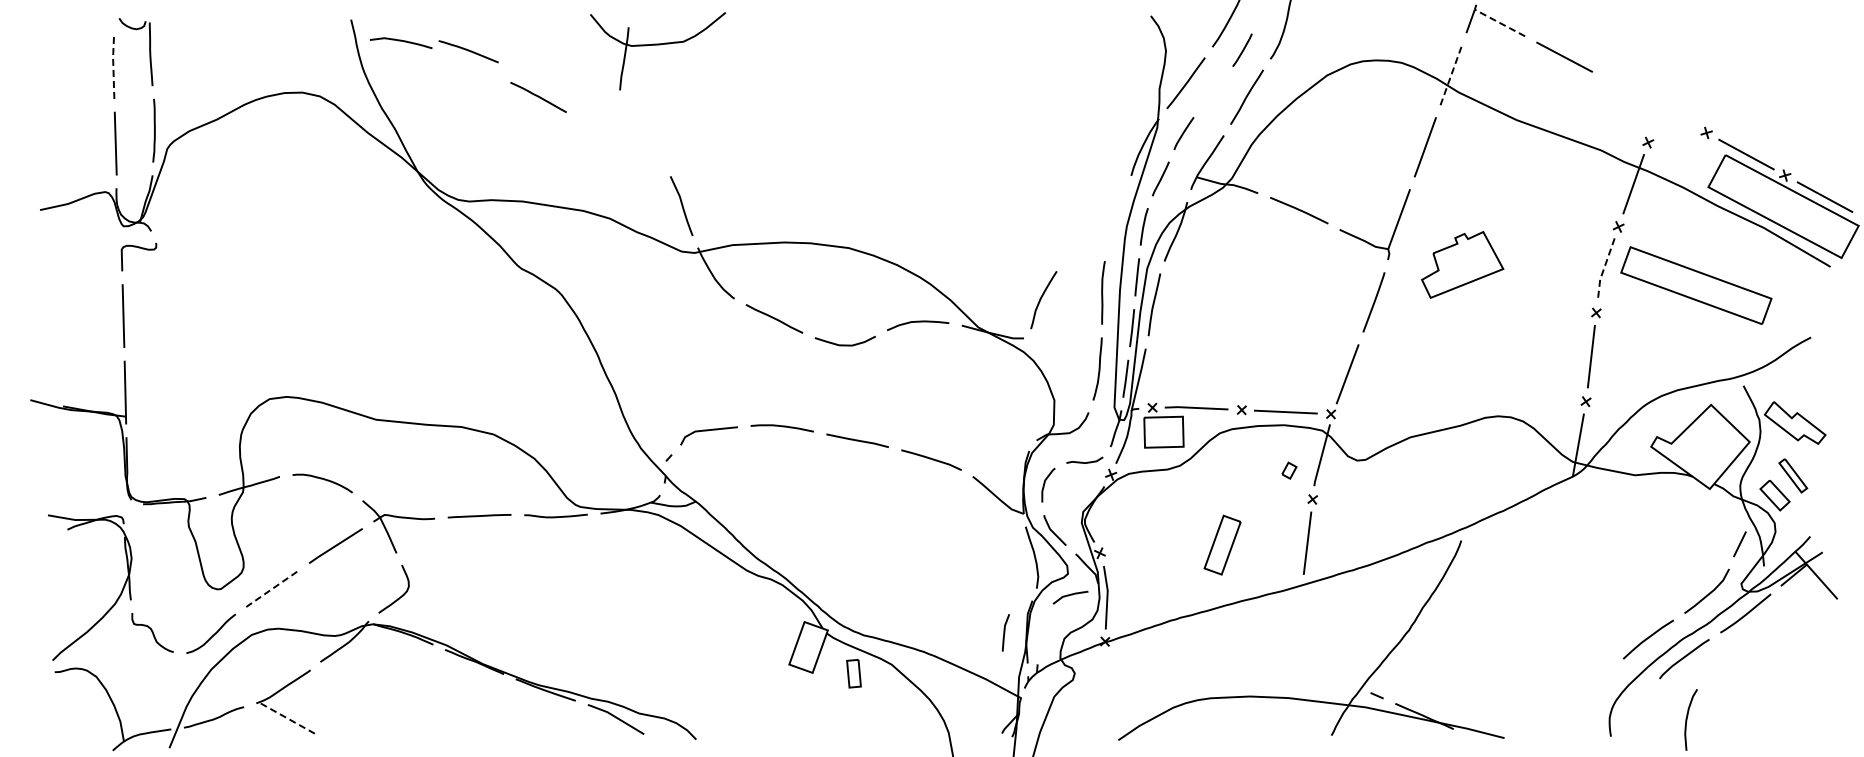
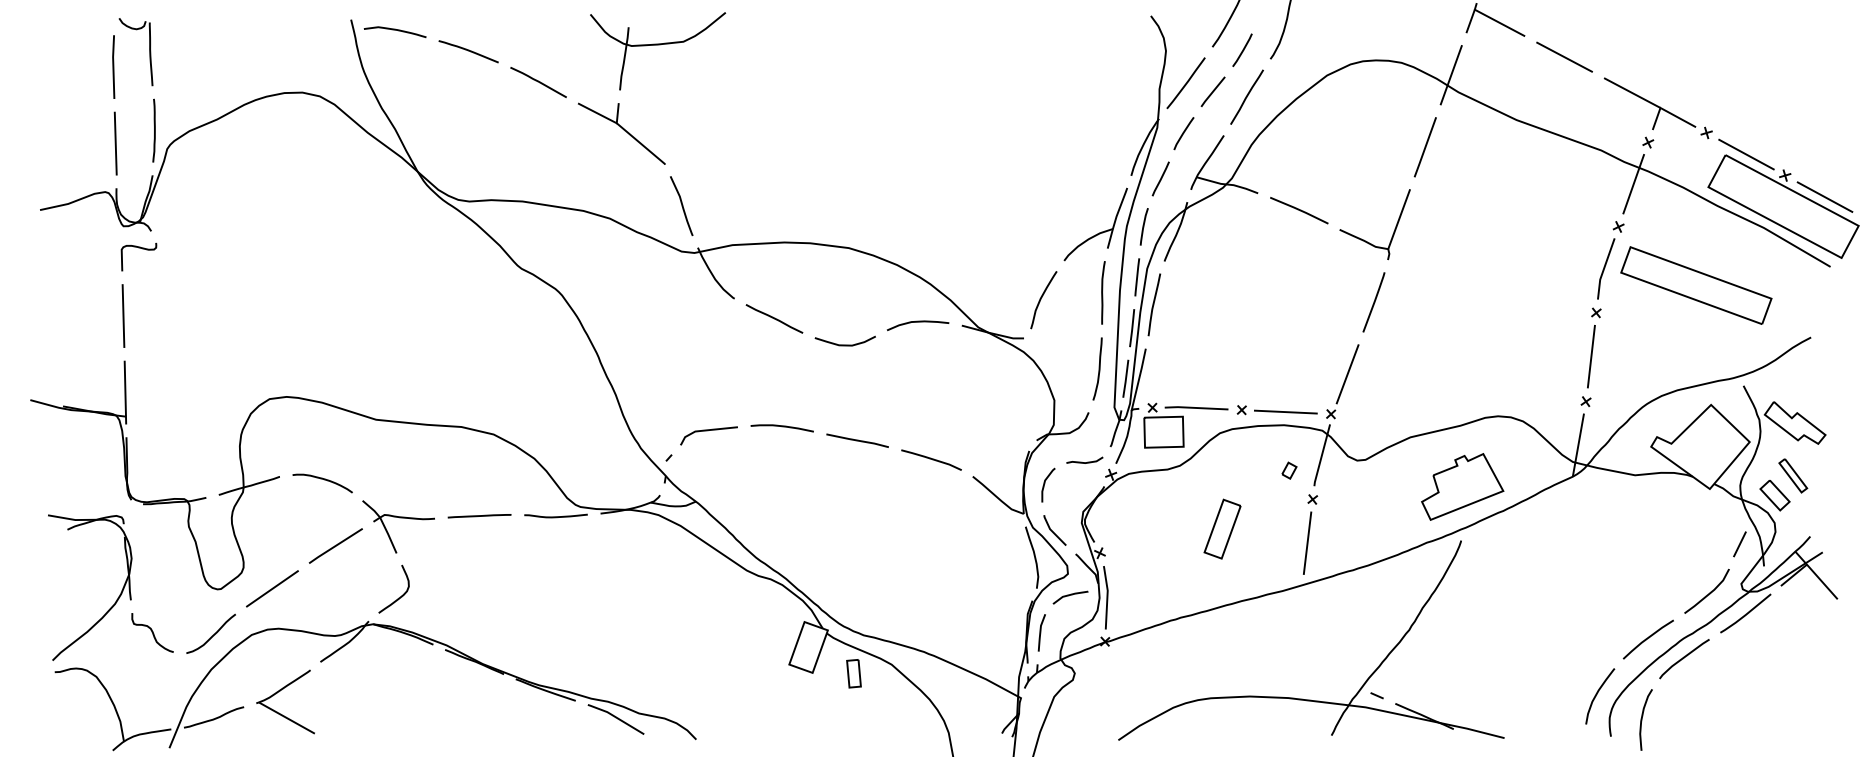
line at (1496, 20): dashed -> solid
curve at (400, 41) position: (400, 41) -> (394, 30)
line at (113, 66): dashed -> solid
line at (1451, 75): dashed -> solid
line at (1212, 91): none -> present
line at (538, 97) position: (538, 97) -> (538, 82)
part at (1649, 103): none -> present
part at (621, 133): none -> present
part at (1099, 232): none -> present
part at (1462, 264) position: (1462, 264) -> (1462, 486)
line at (1603, 269): dashed -> solid
part at (1222, 544) position: (1222, 544) -> (1222, 528)
line at (272, 588): dashed -> solid
line at (1005, 632) position: (1005, 632) -> (1041, 632)
curve at (1597, 694): none -> present
line at (287, 718): dashed -> solid
curve at (1687, 719) position: (1687, 719) -> (1642, 719)
